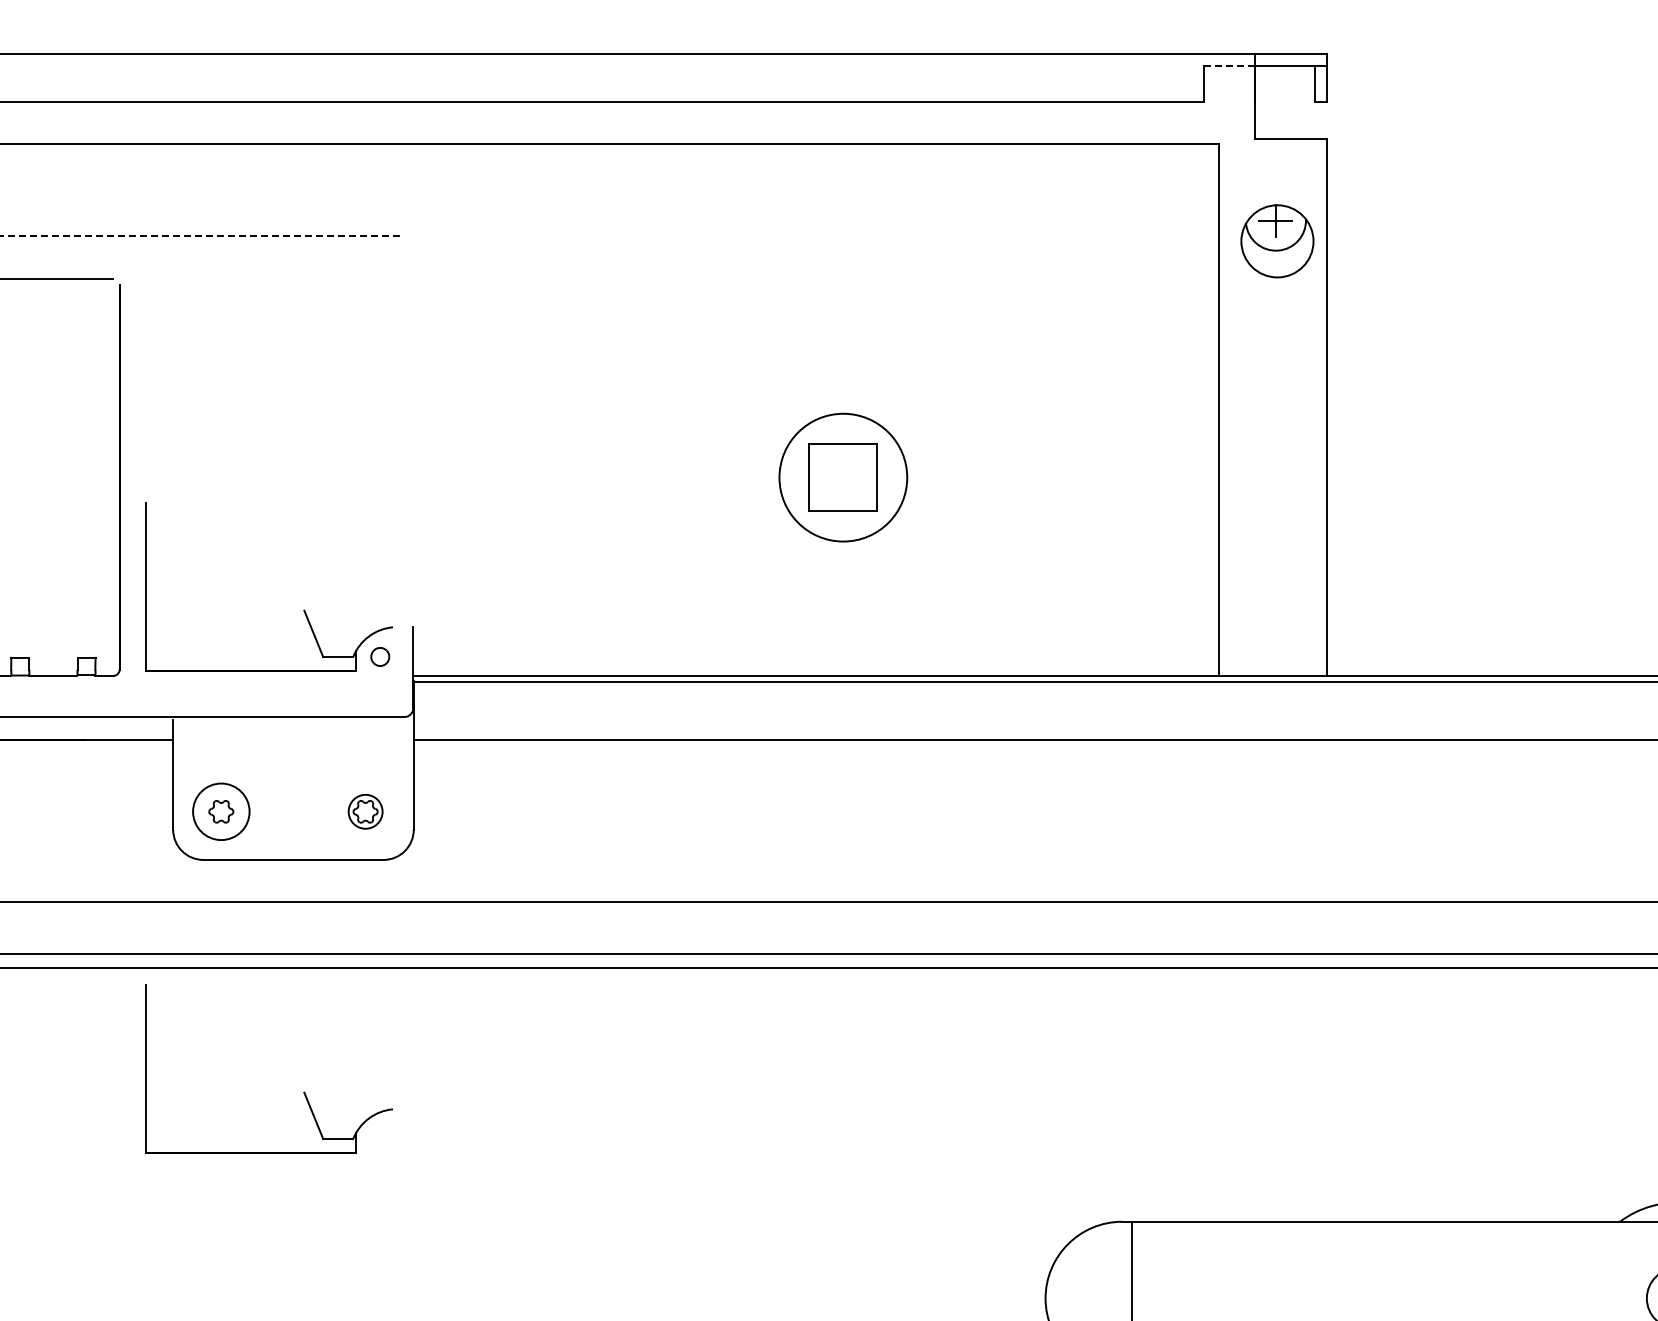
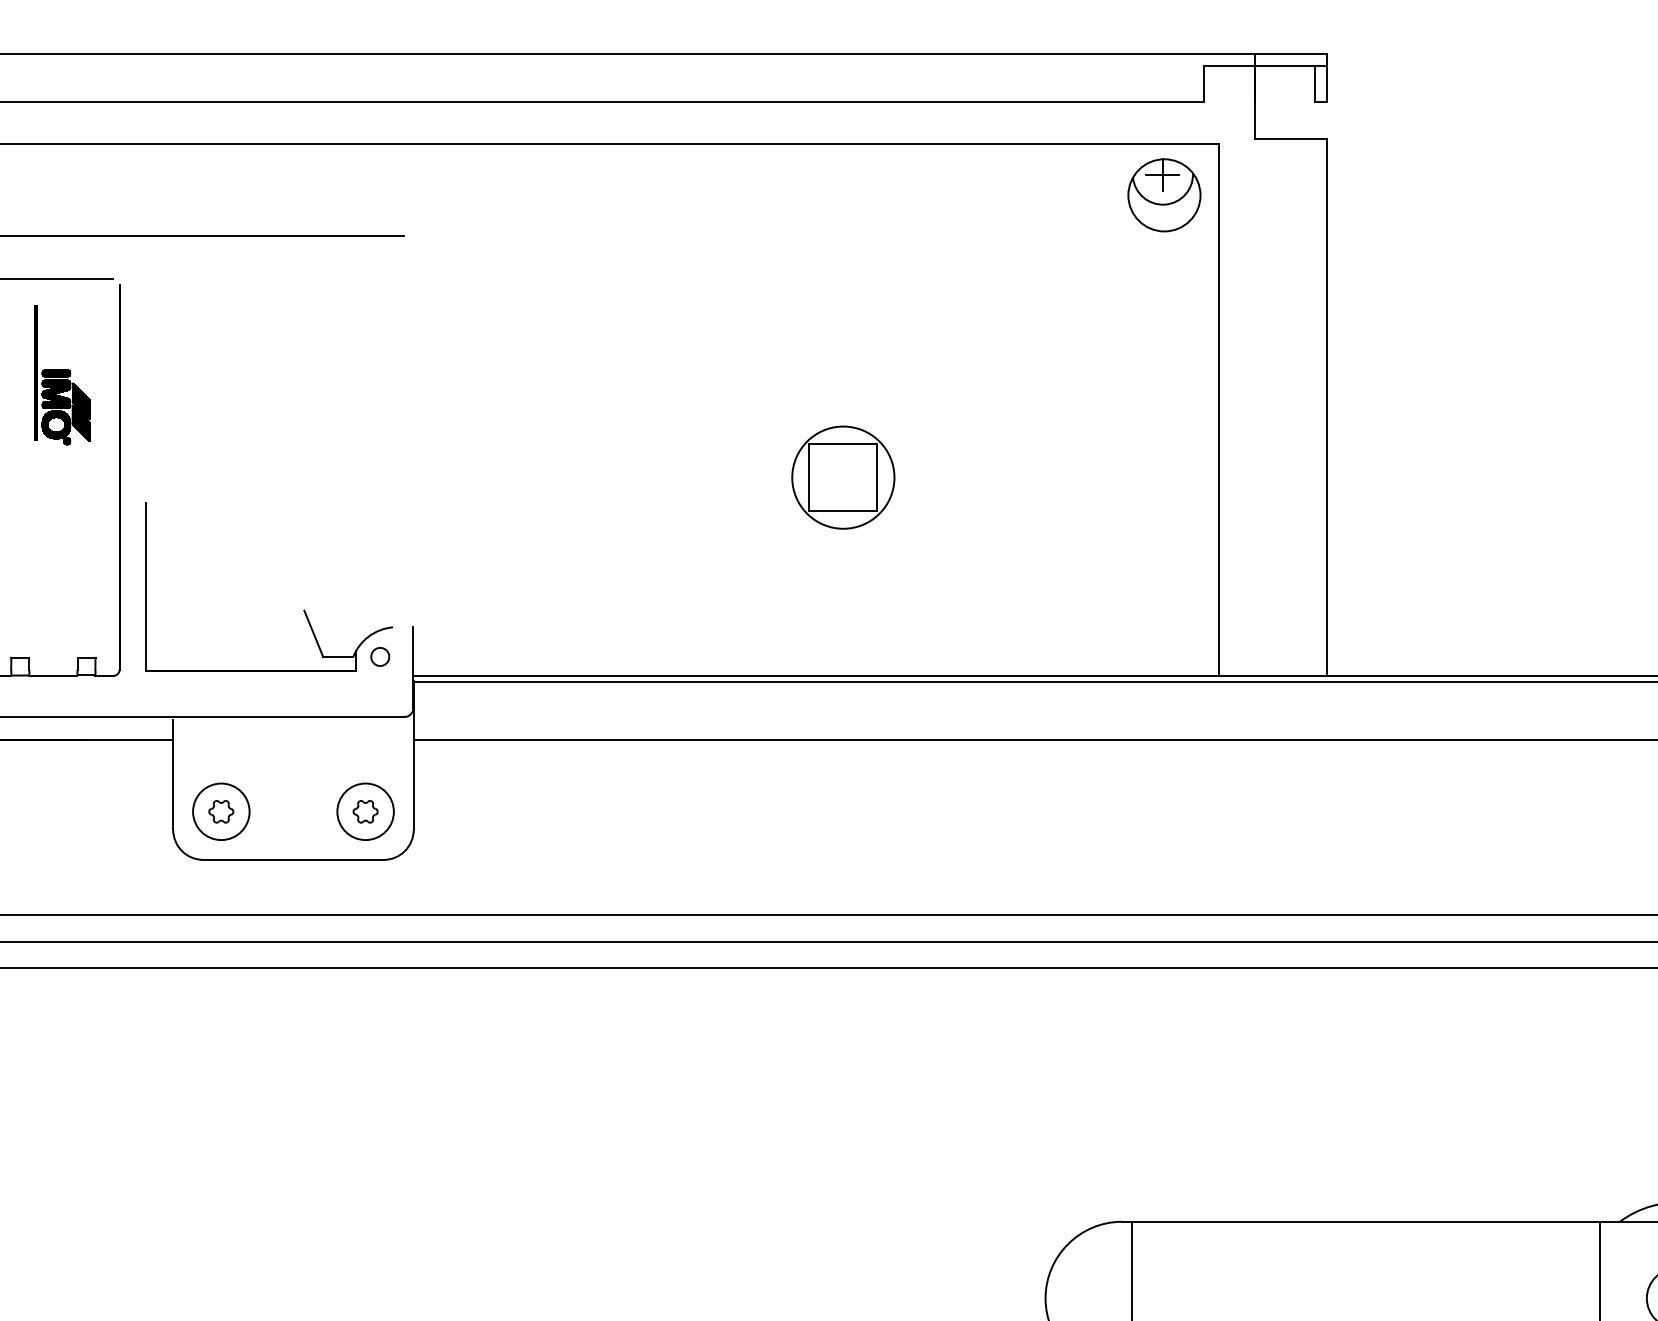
line at (1229, 66): dashed -> solid
line at (202, 235): dashed -> solid
part at (1277, 241) position: (1277, 241) -> (1164, 195)
part at (62, 375): none -> present
circle at (843, 477) diameter: 128 px -> 102 px
circle at (365, 811) diameter: 34 px -> 57 px
line at (828, 902) position: (828, 902) -> (828, 915)
line at (828, 954) position: (828, 954) -> (828, 942)
part at (303, 1092): present -> none
line at (1600, 1269): none -> present
